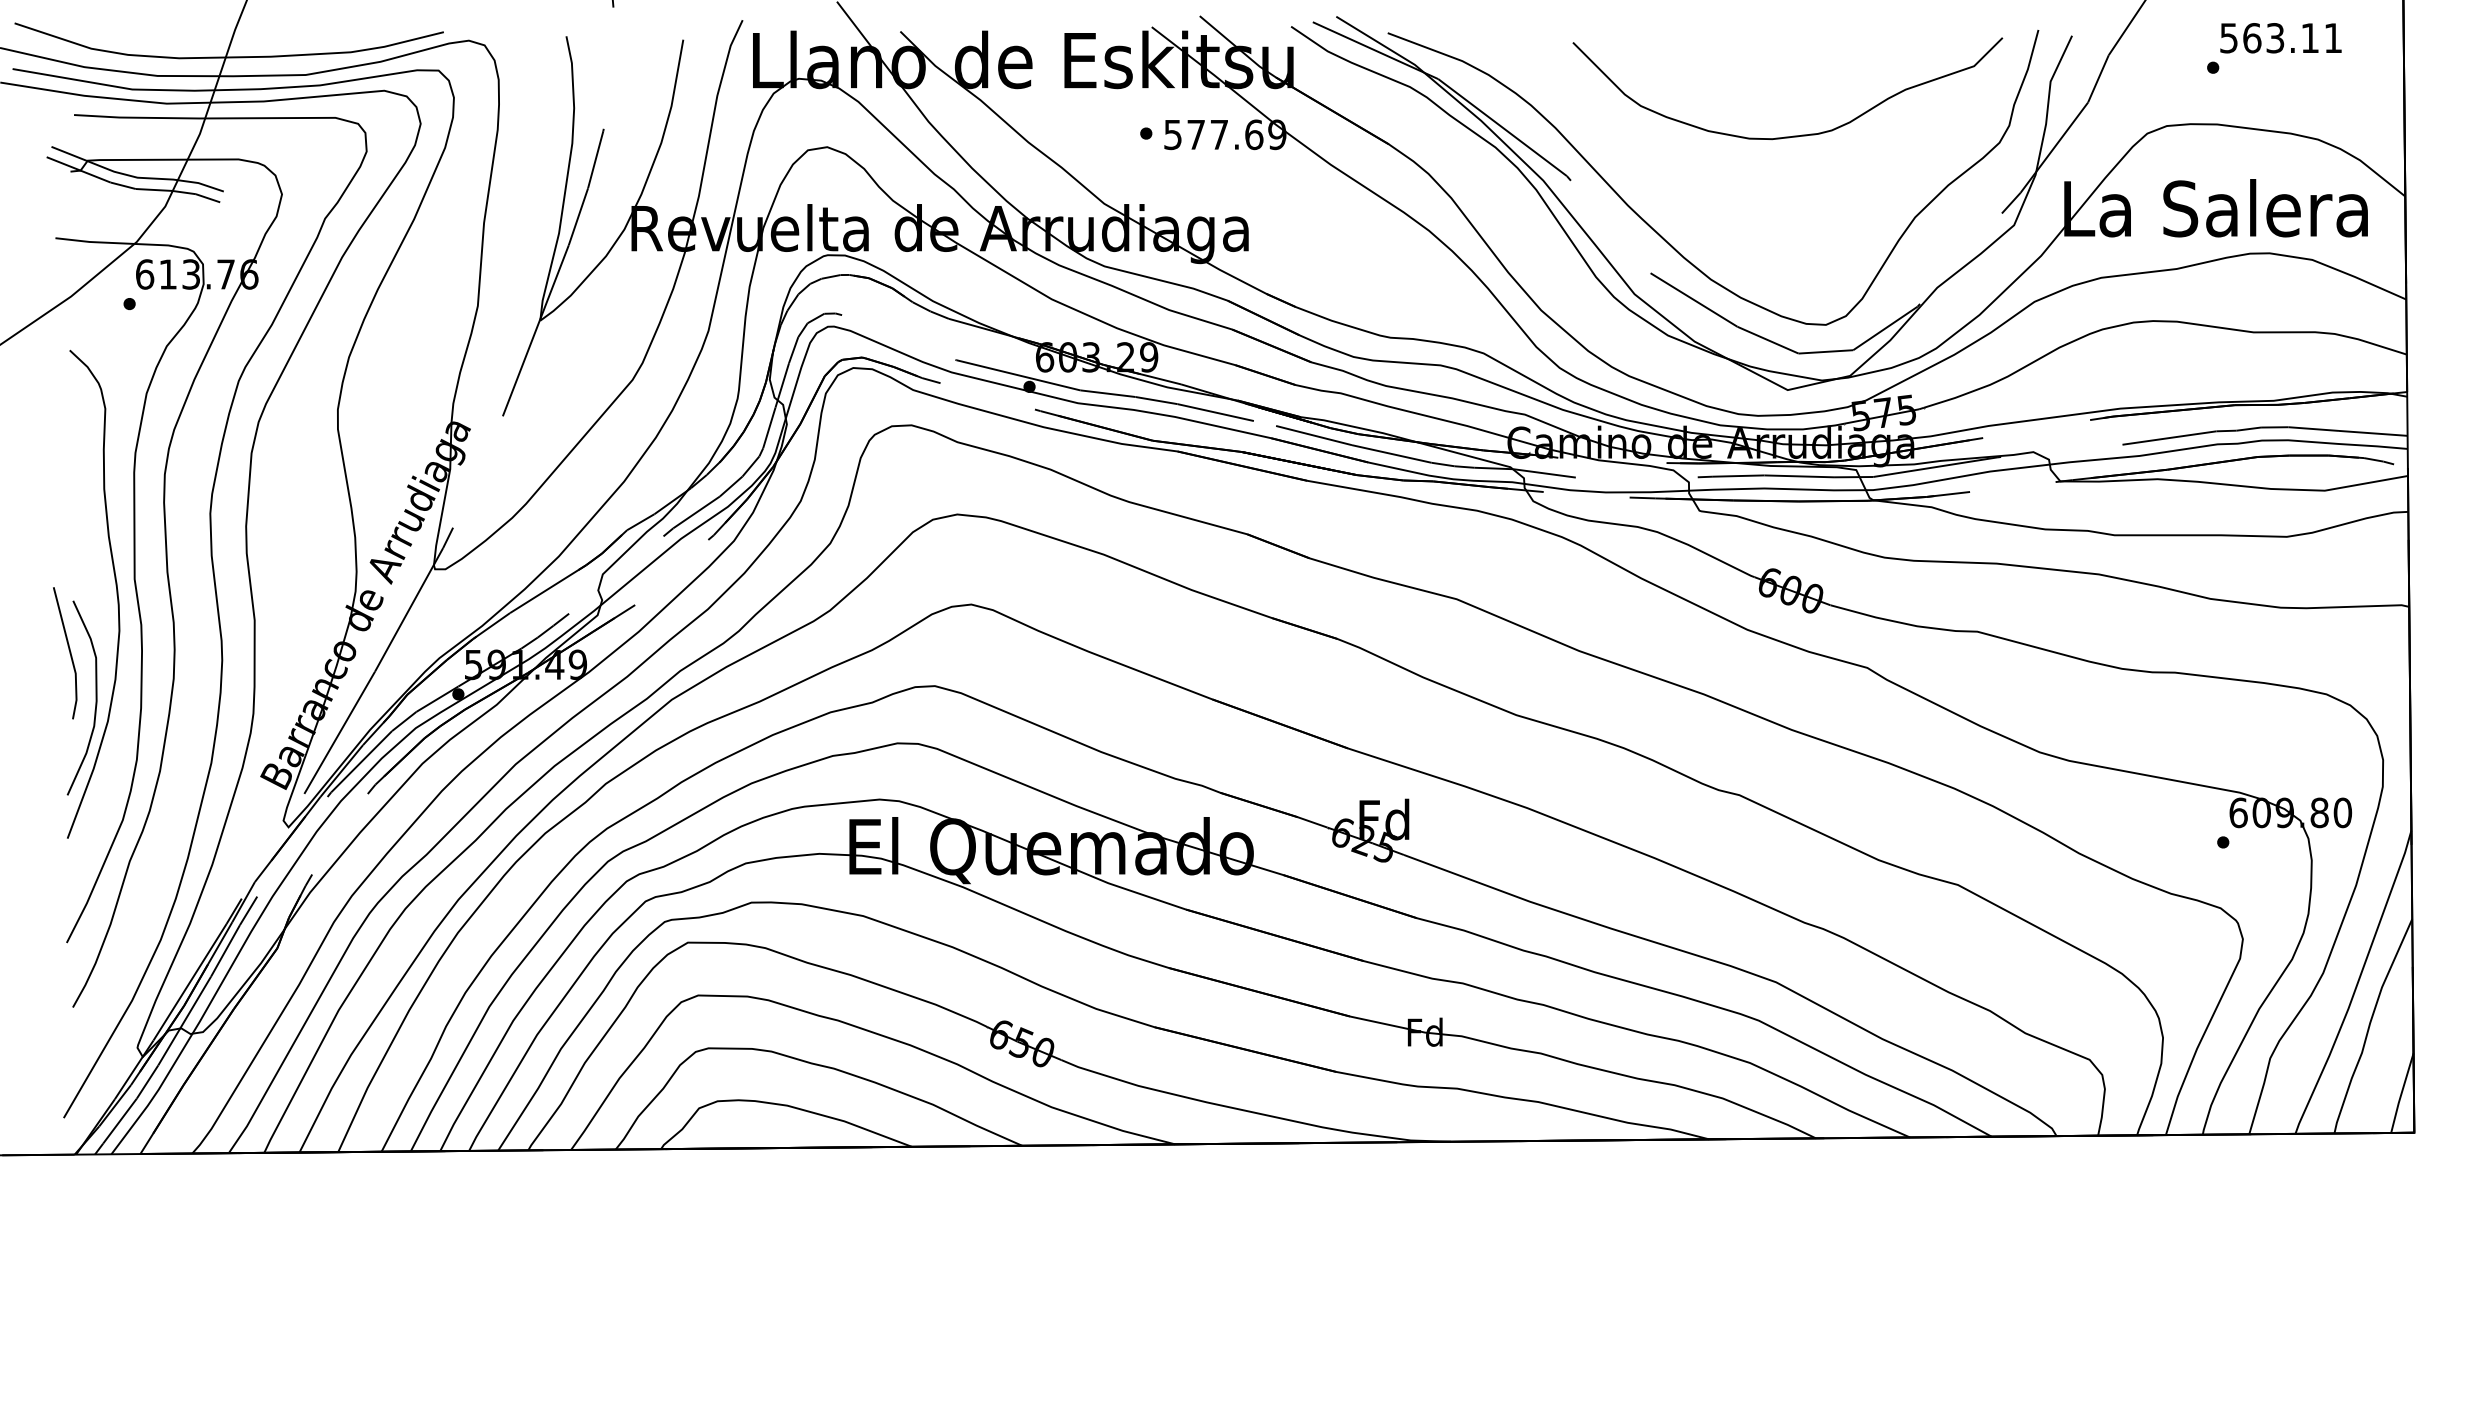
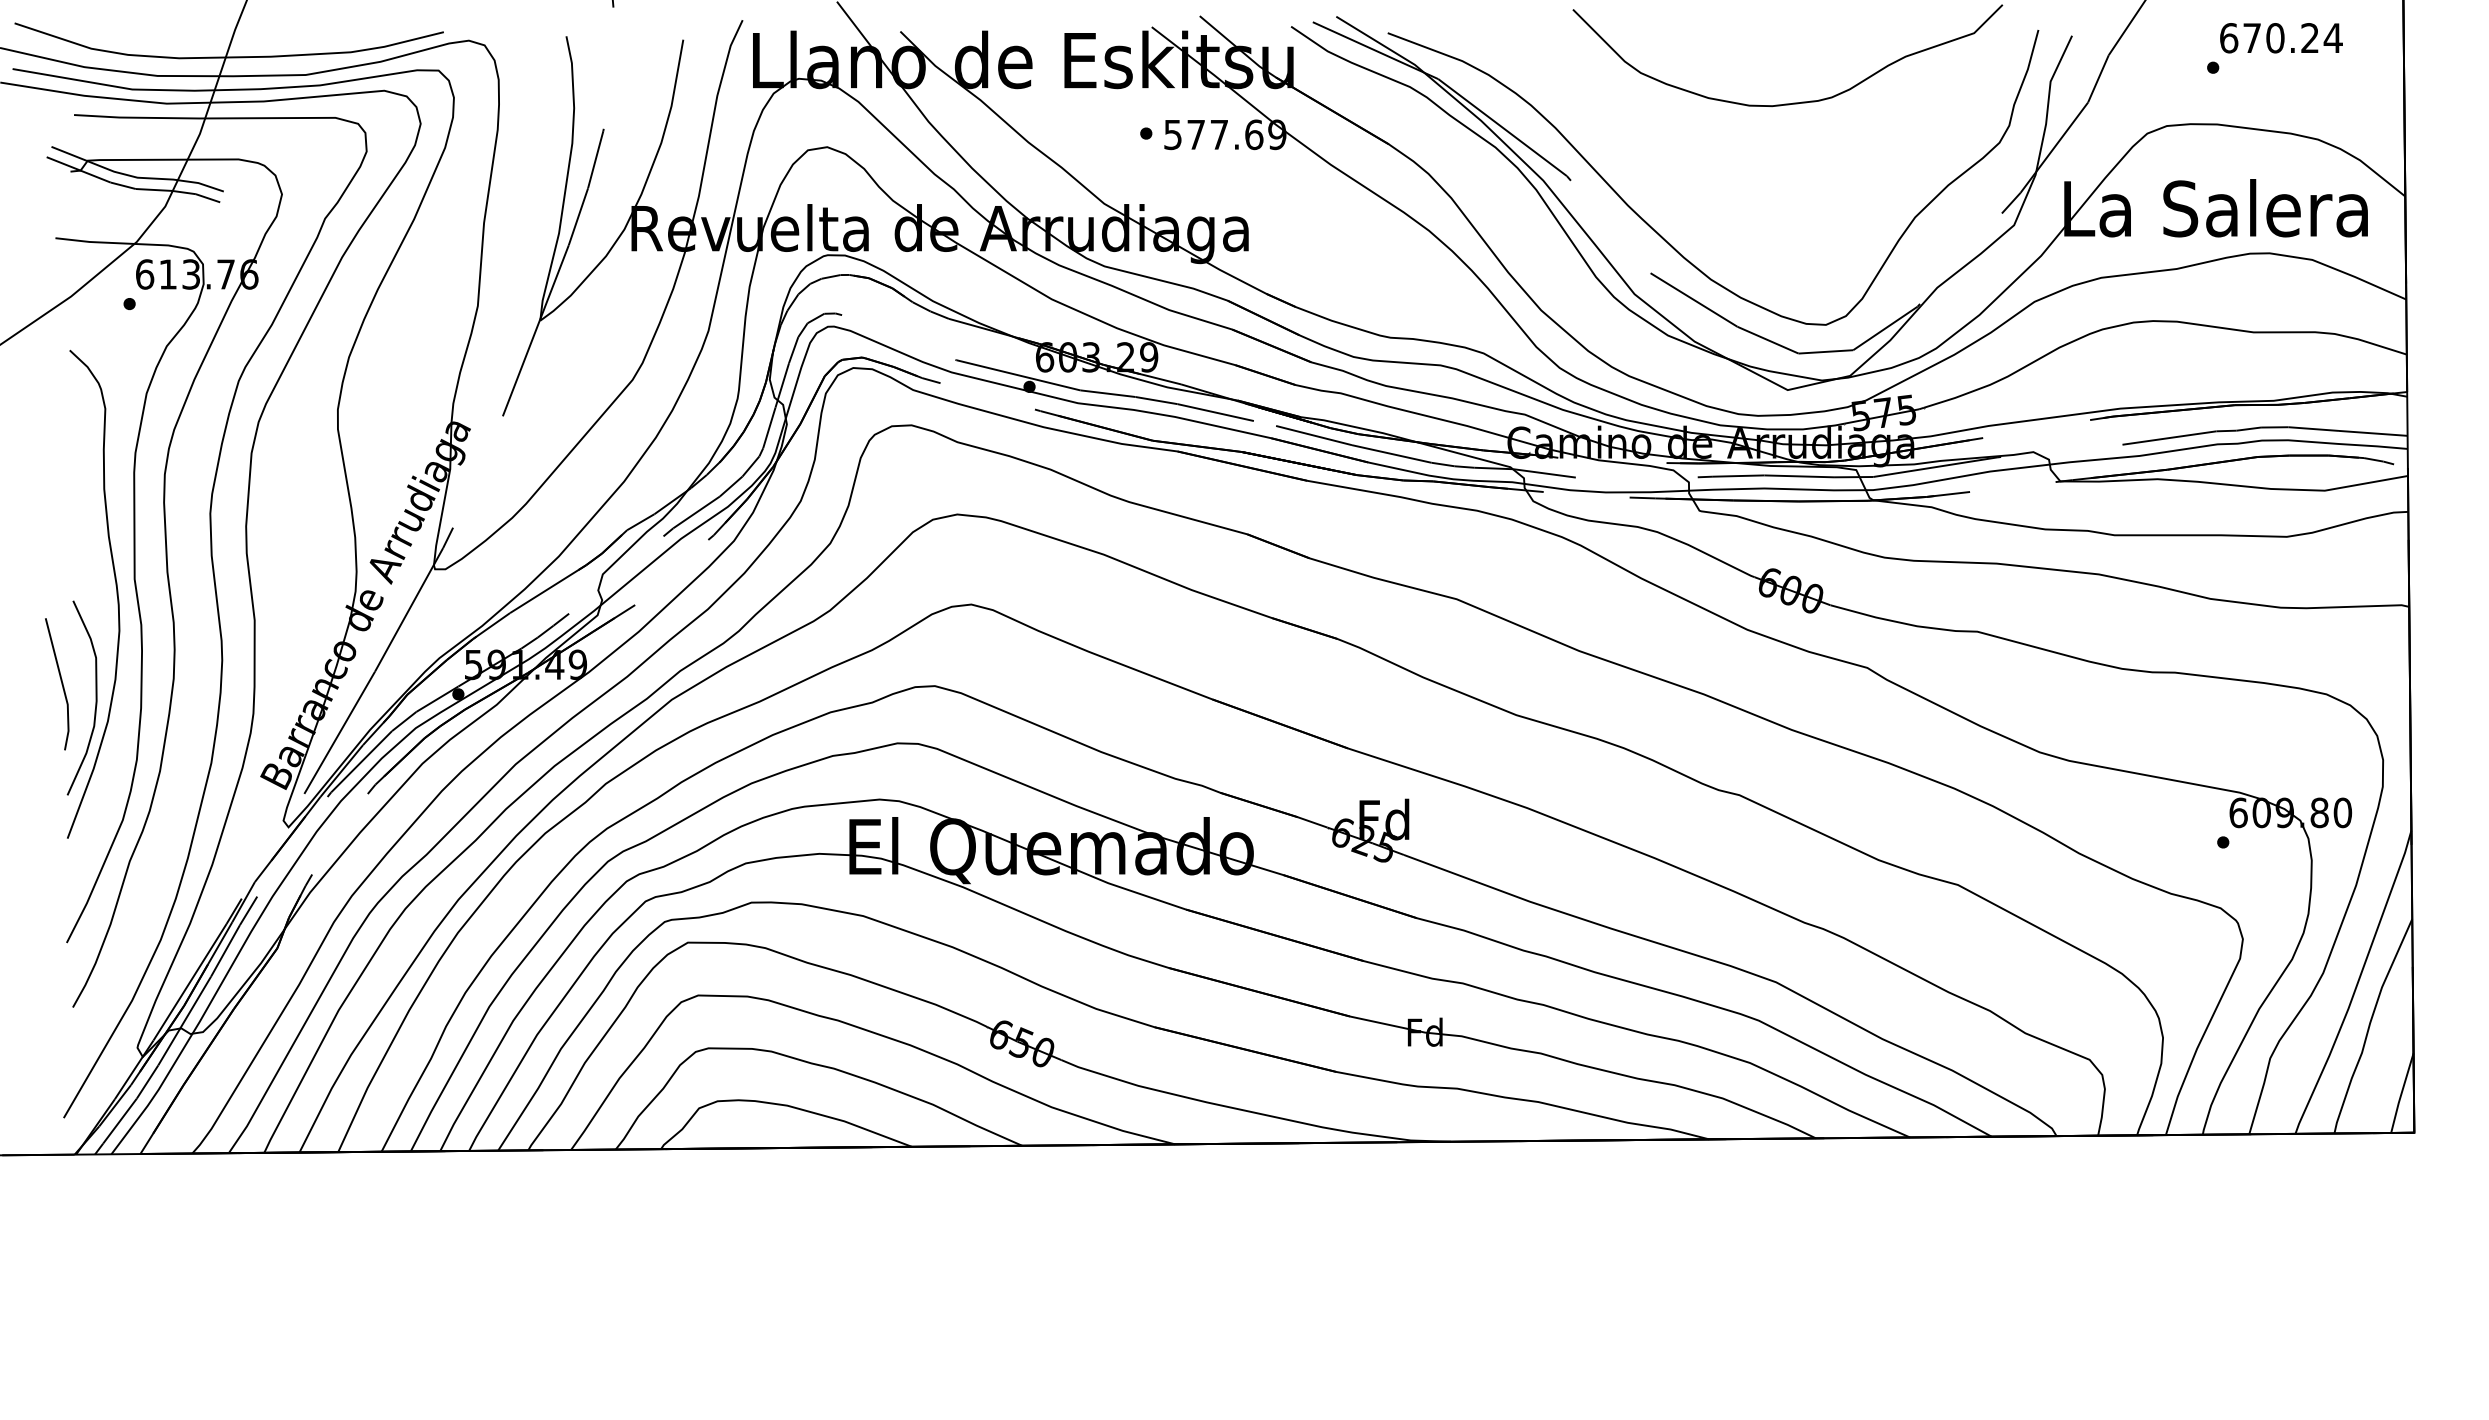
text at (2281, 38): 563.11 -> 670.24
curve at (1793, 135) position: (1793, 135) -> (1793, 102)
line at (69, 653) position: (69, 653) -> (61, 684)
